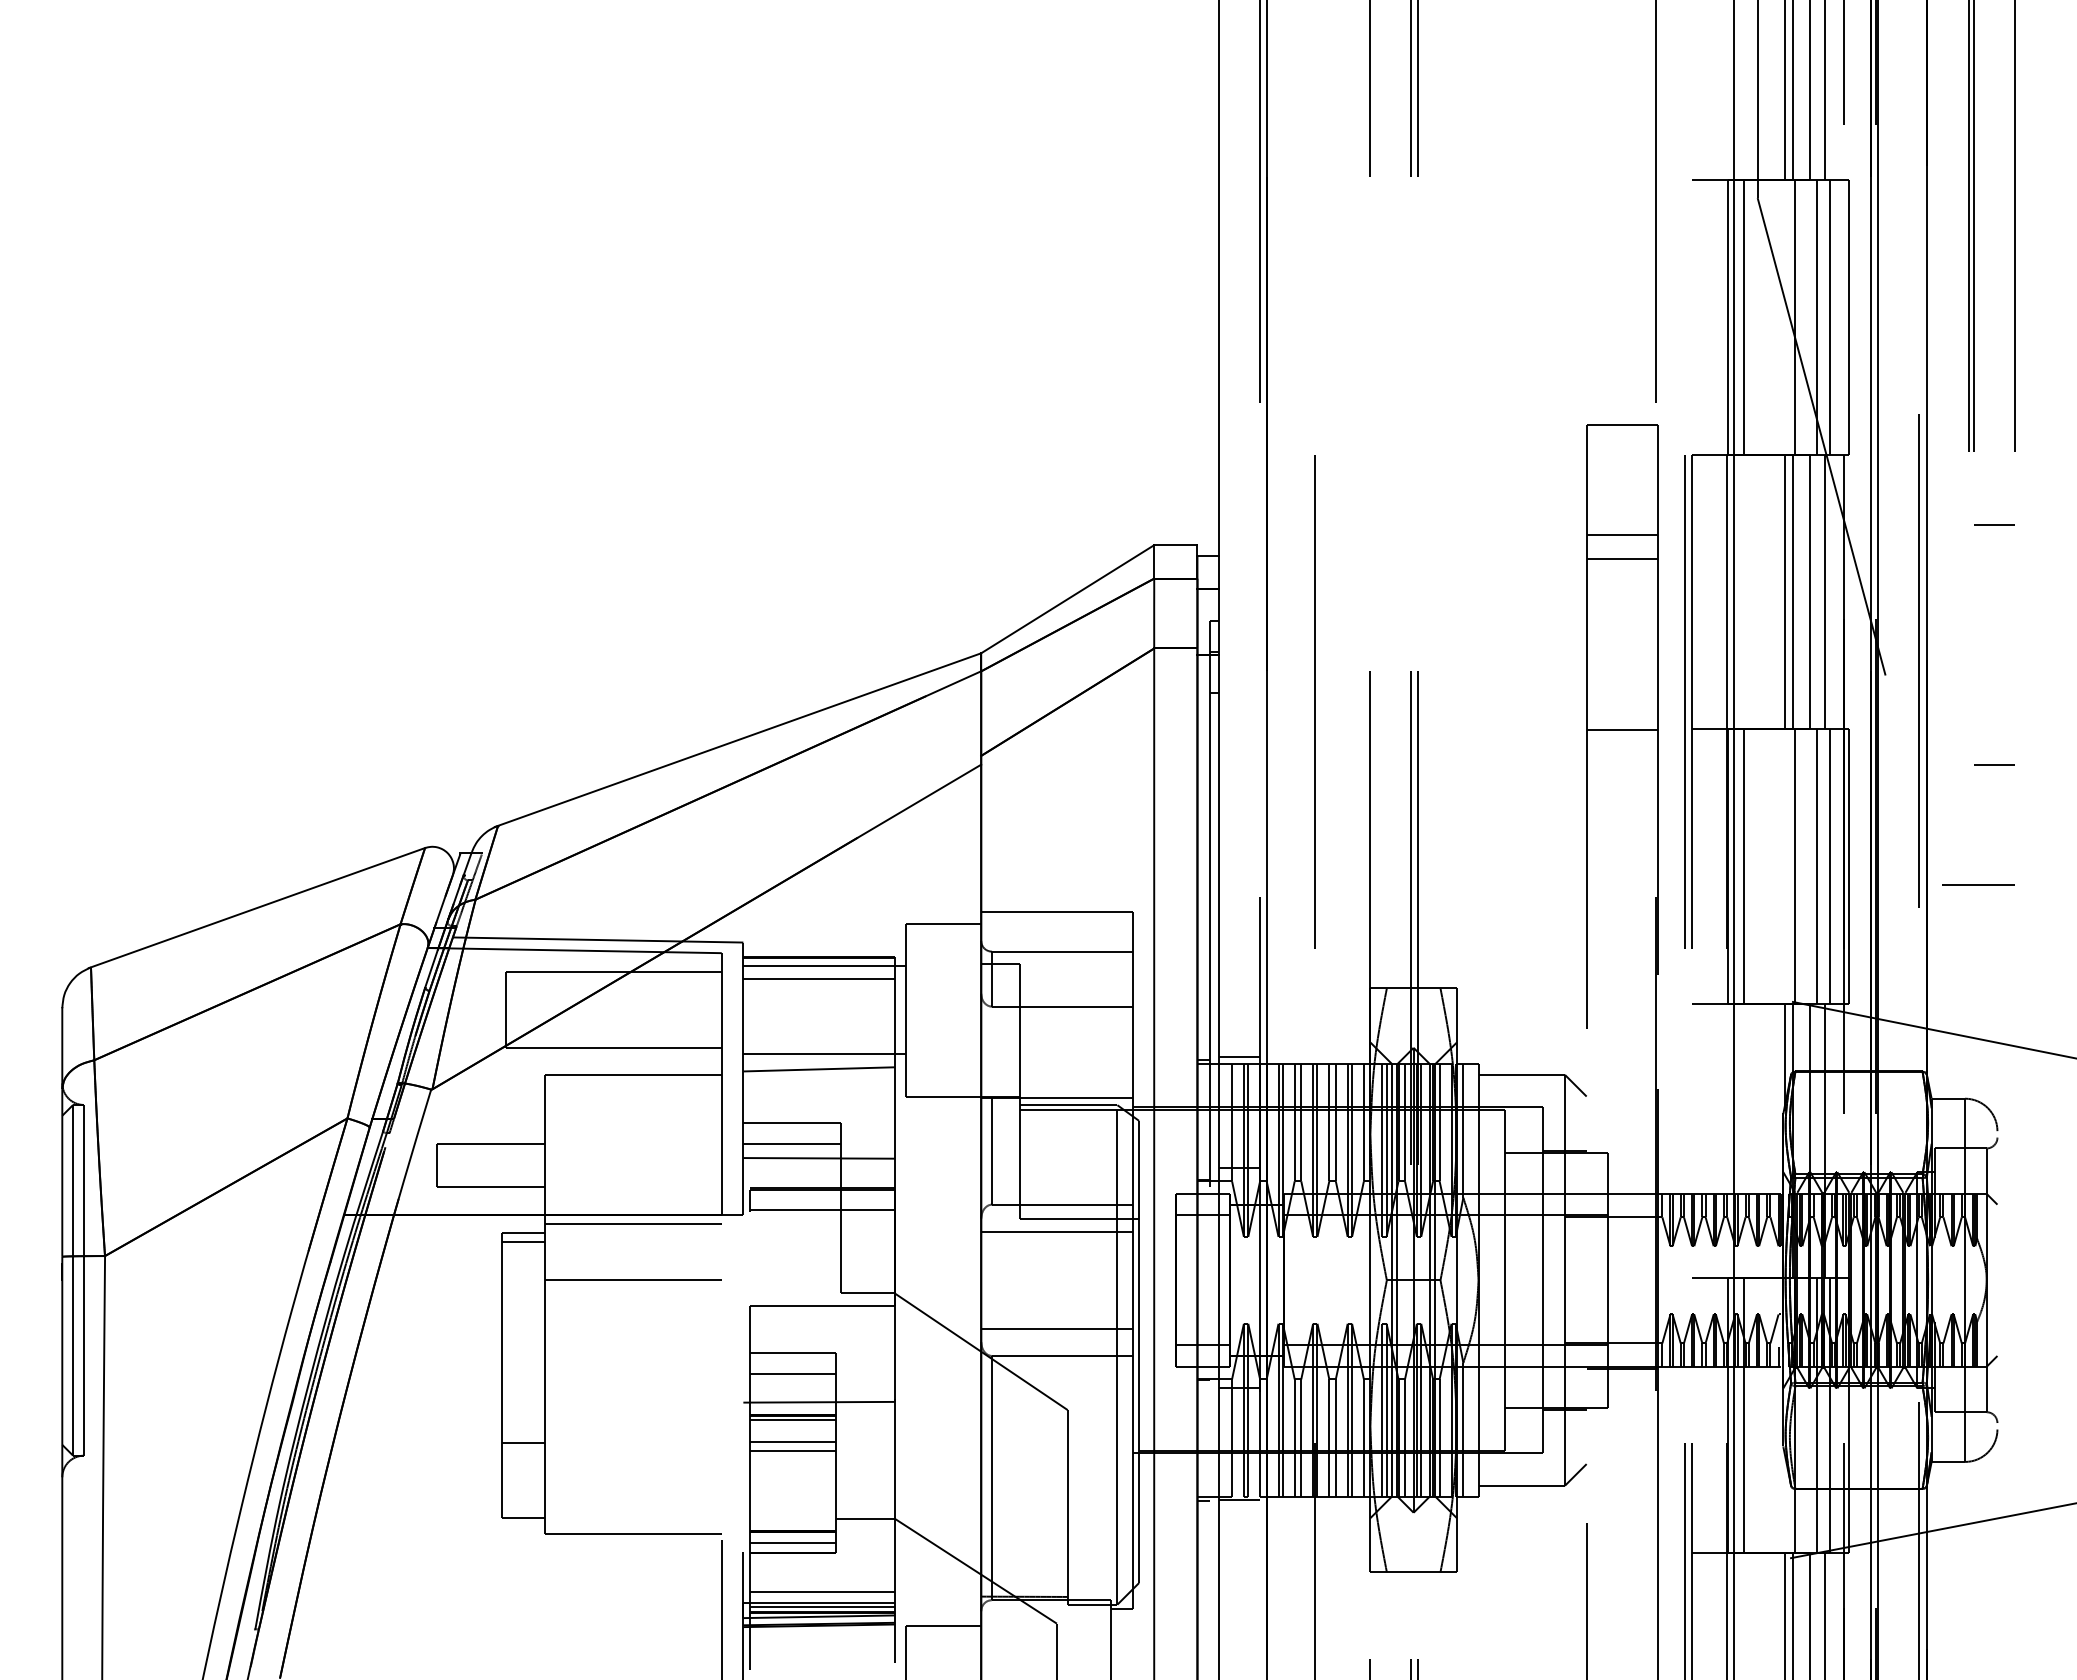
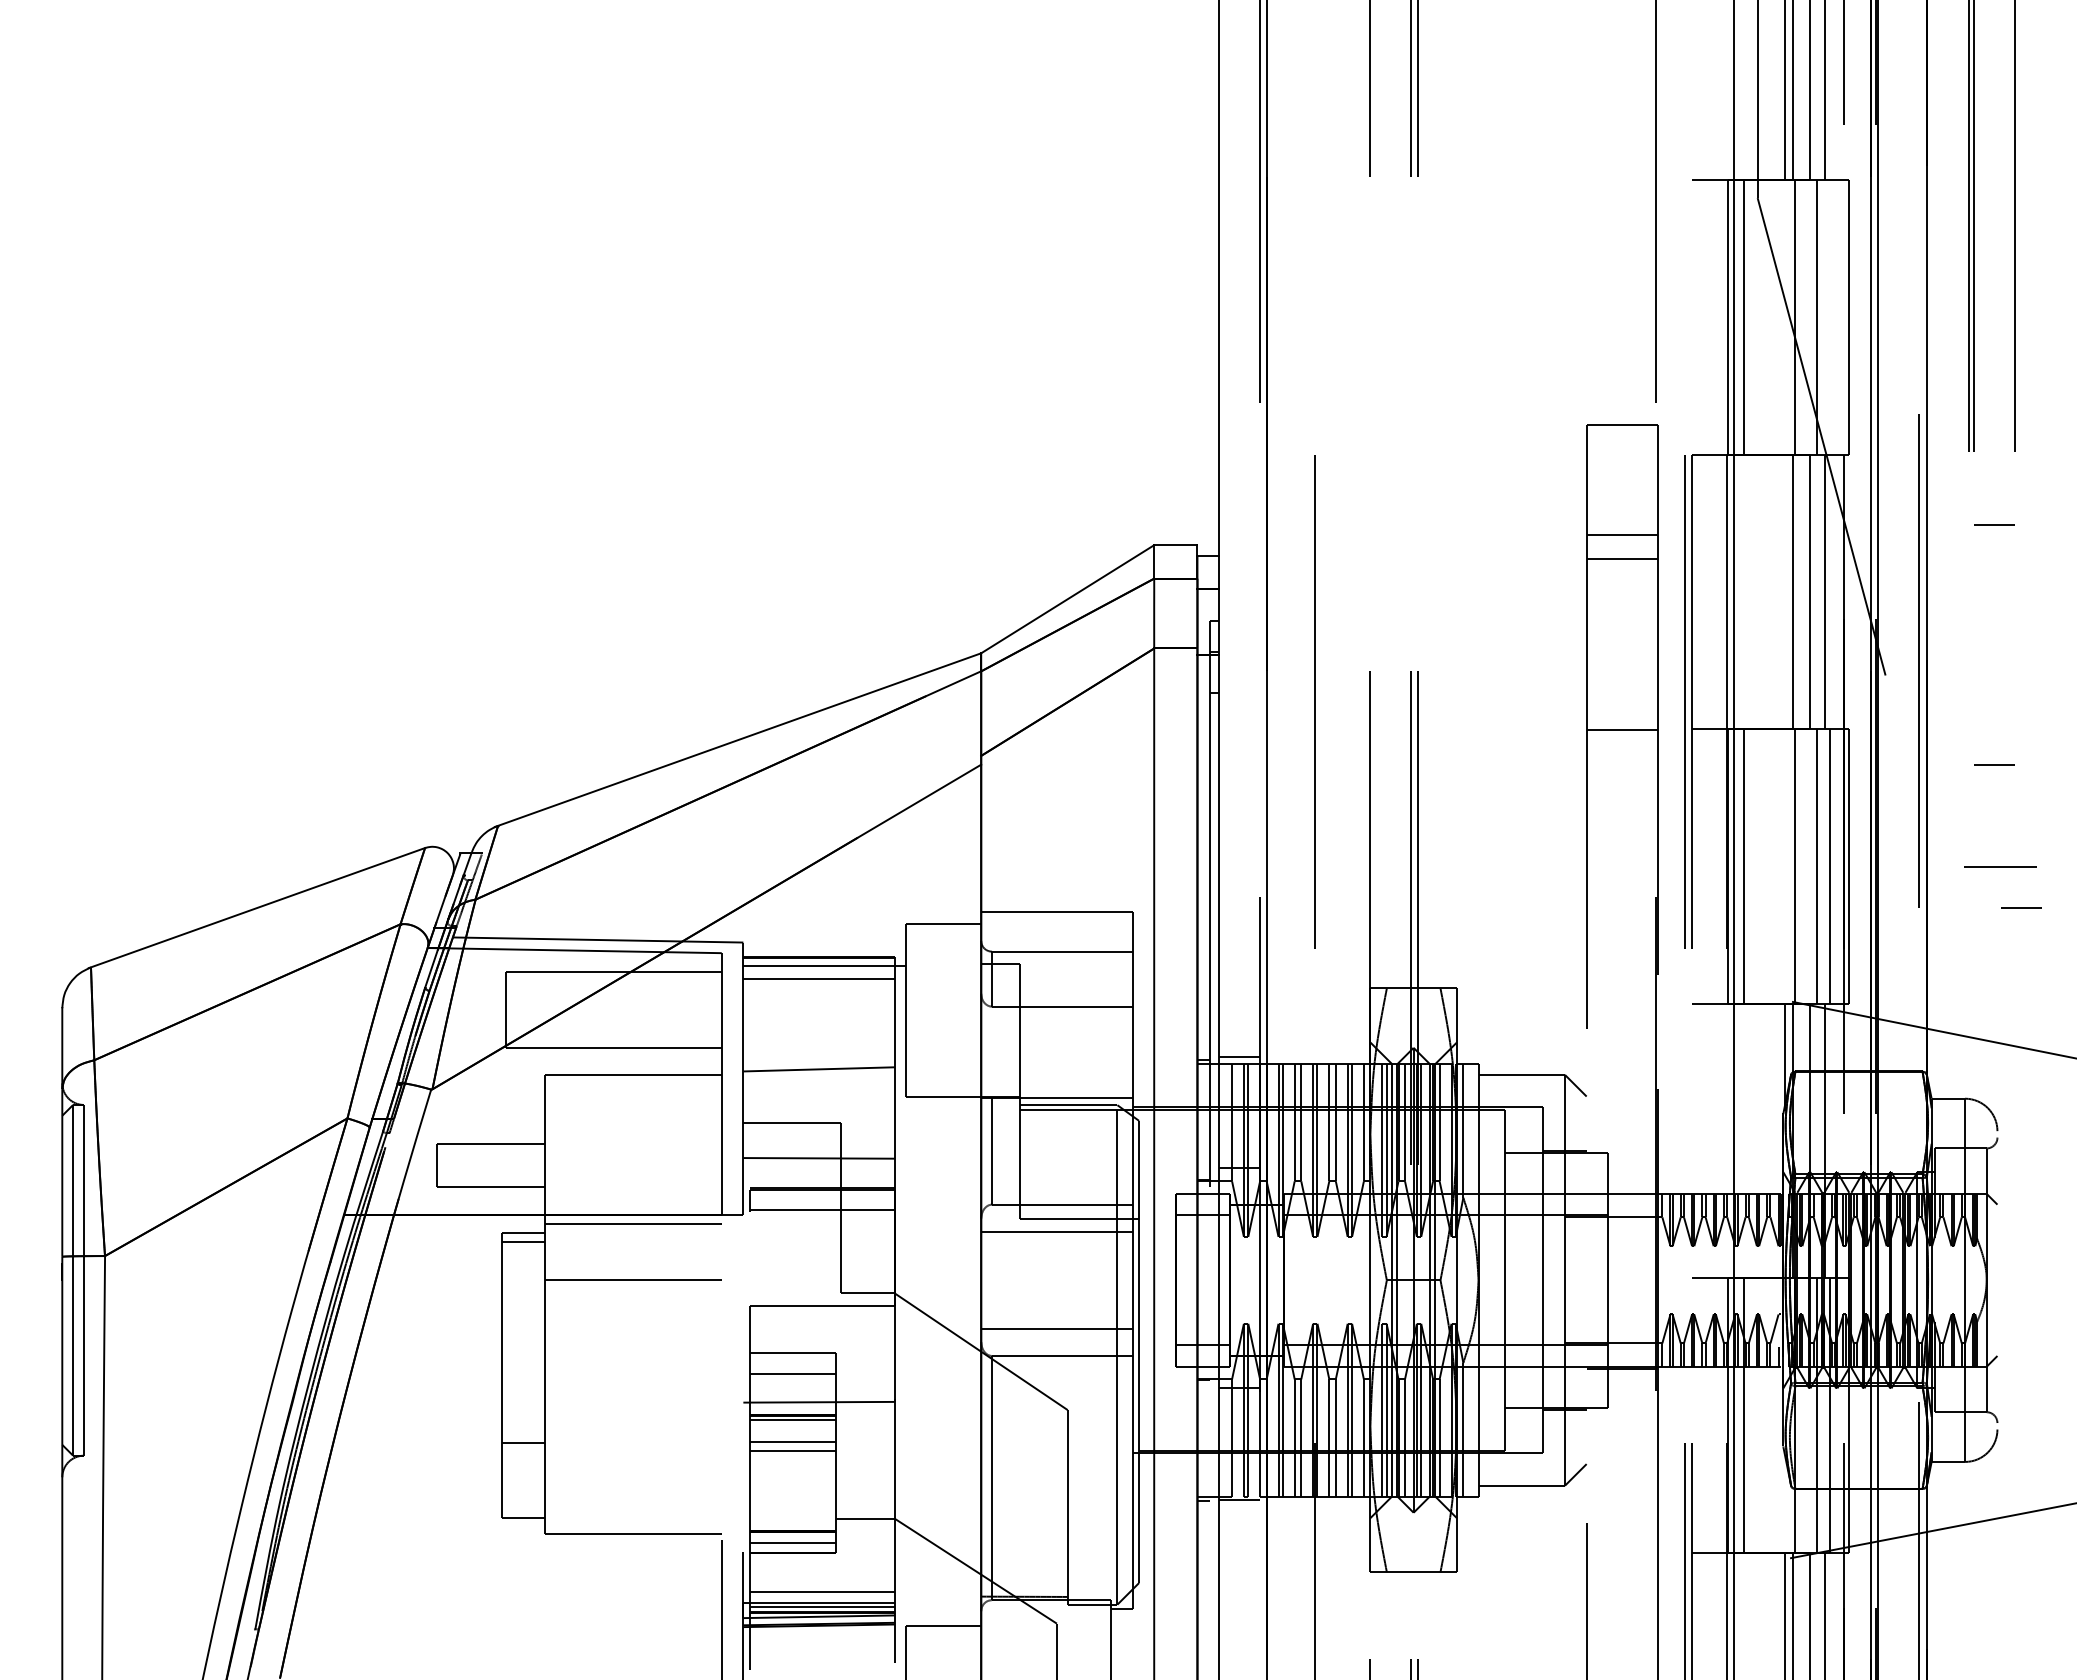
line at (1829, 317): present -> none
line at (1785, 591): present -> none
line at (1978, 884) position: (1978, 884) -> (2000, 866)
line at (2021, 907): none -> present
line at (824, 1054): present -> none
line at (791, 1144): present -> none
